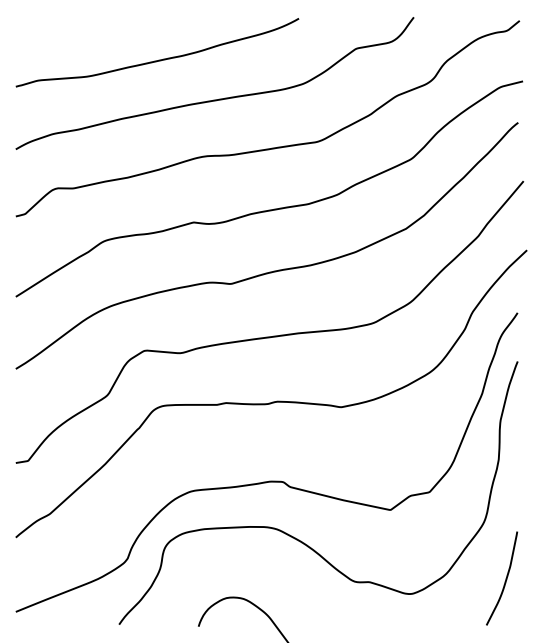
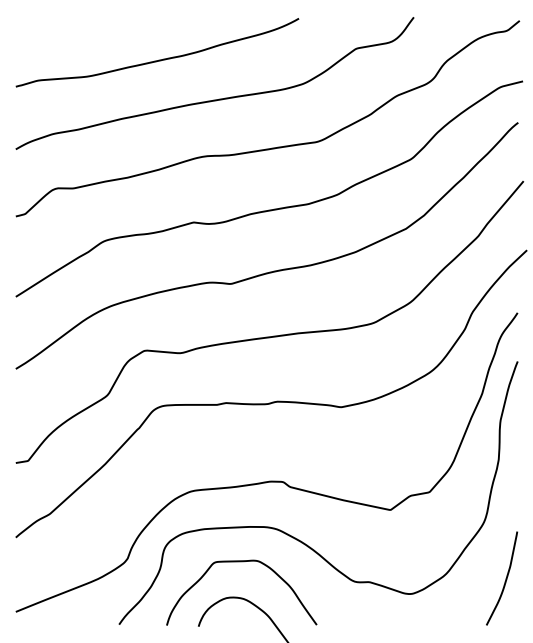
curve at (241, 562): none -> present
